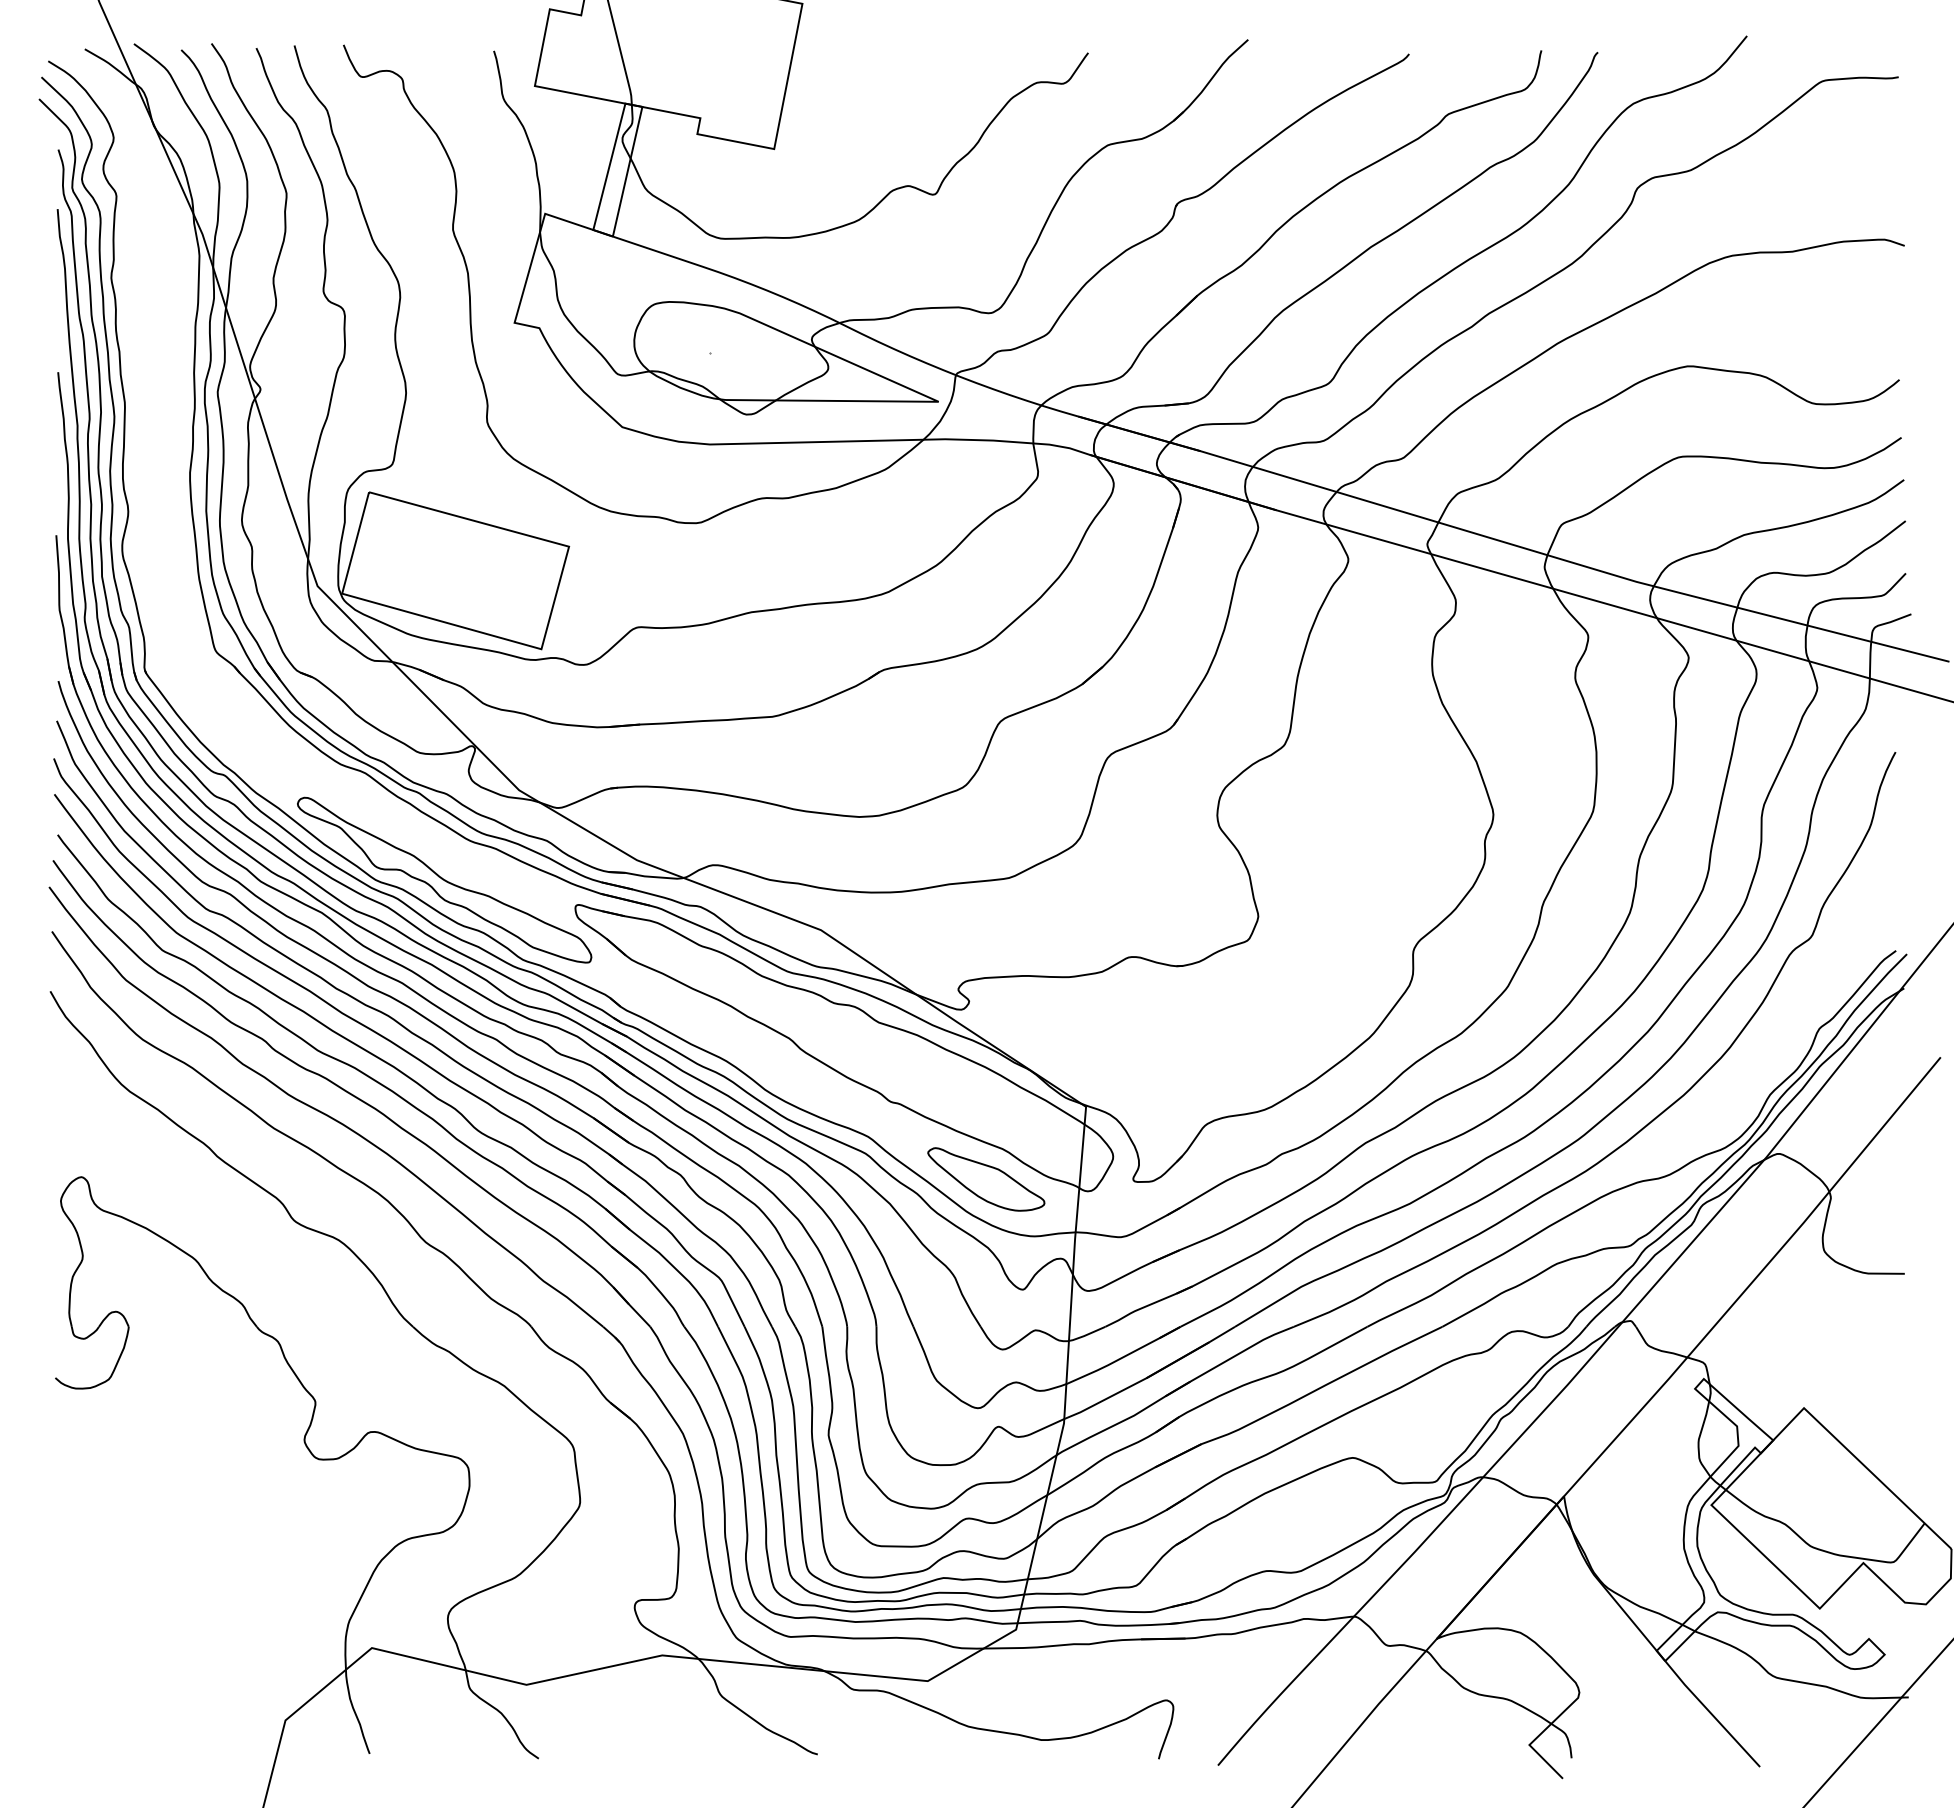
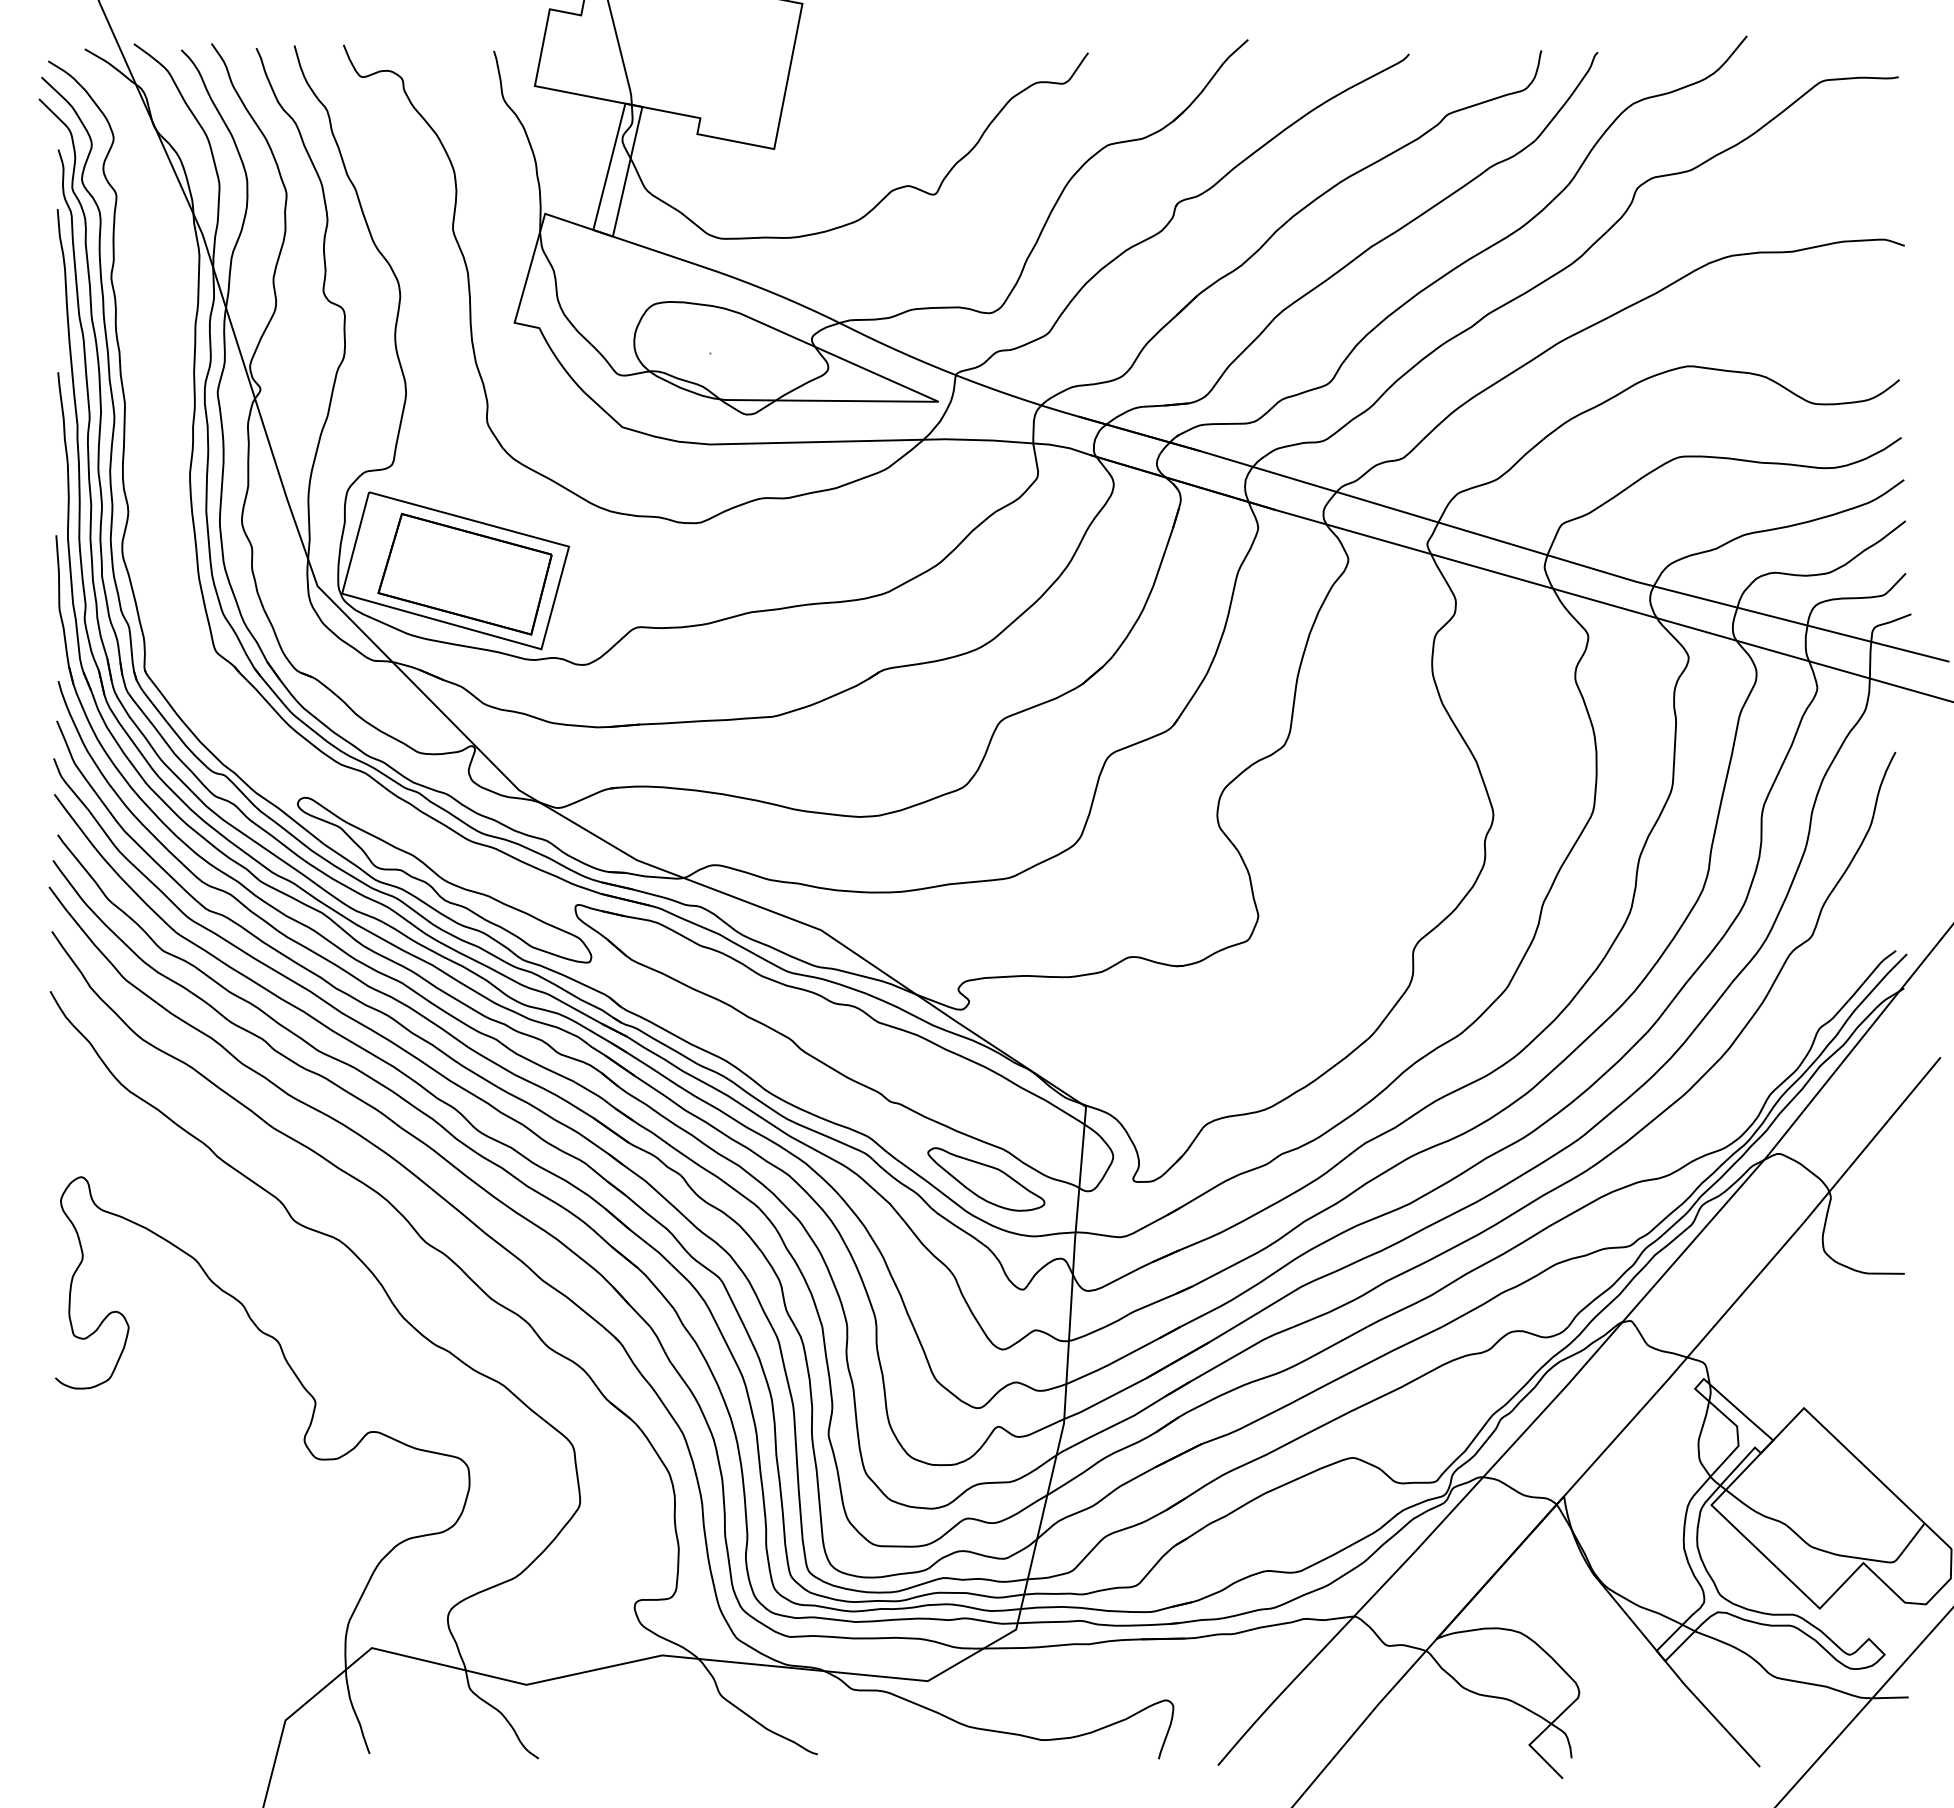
part at (464, 573): none -> present
line at (1878, 1723) position: (1878, 1723) -> (1863, 1707)
